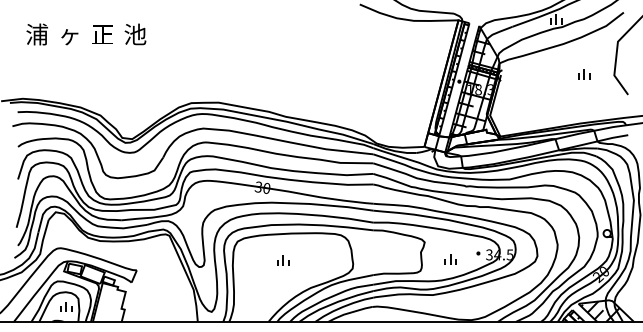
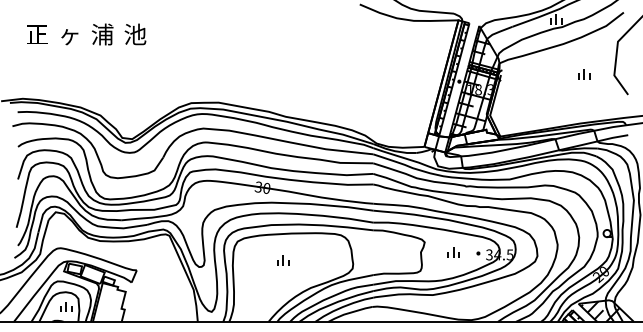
text at (37, 34): 浦 -> 正
text at (102, 34): 正 -> 浦
part at (450, 259) position: (450, 259) -> (453, 252)
